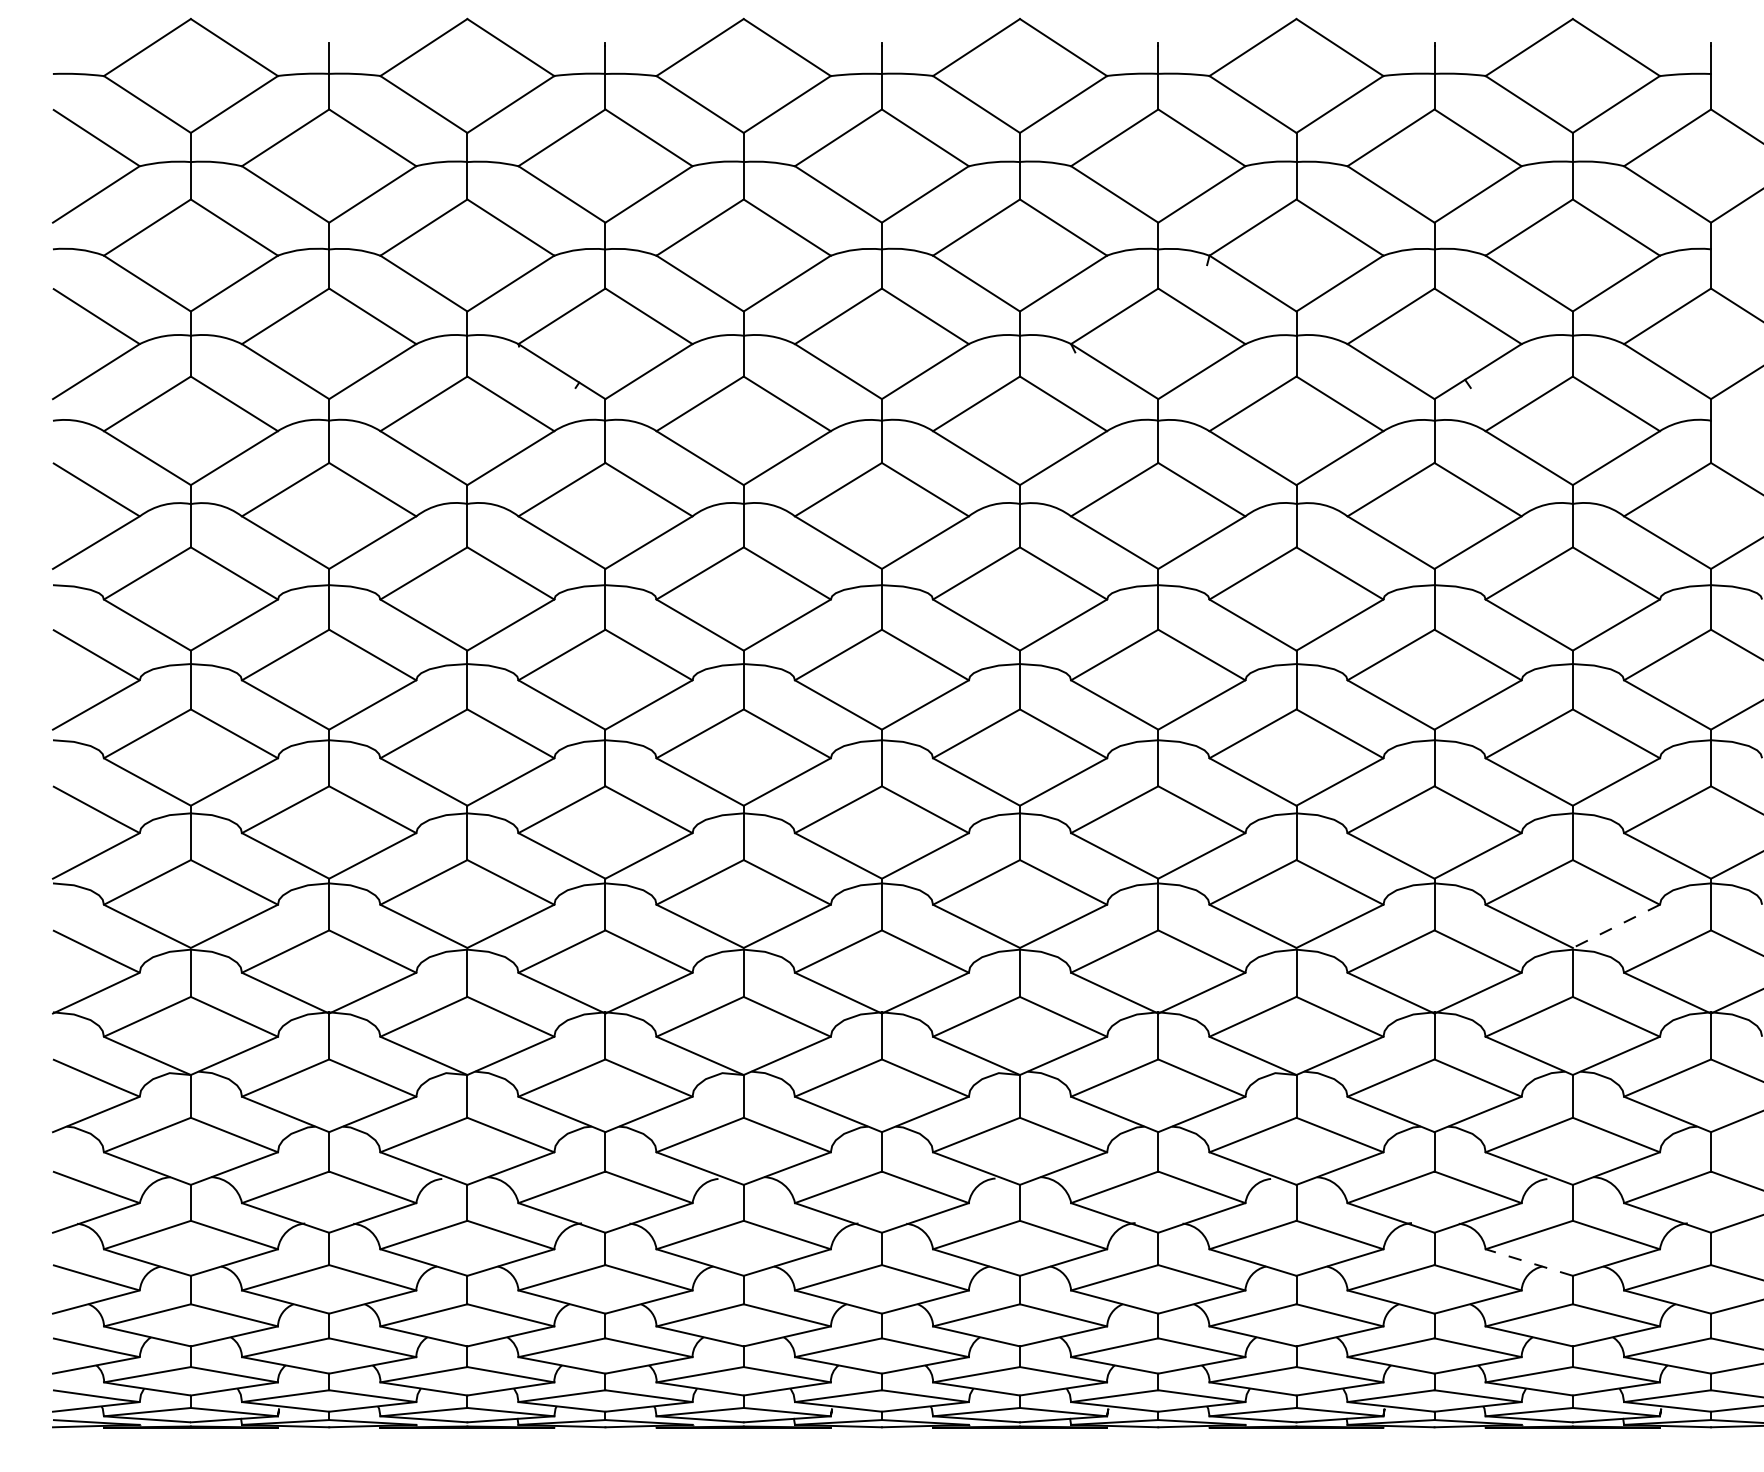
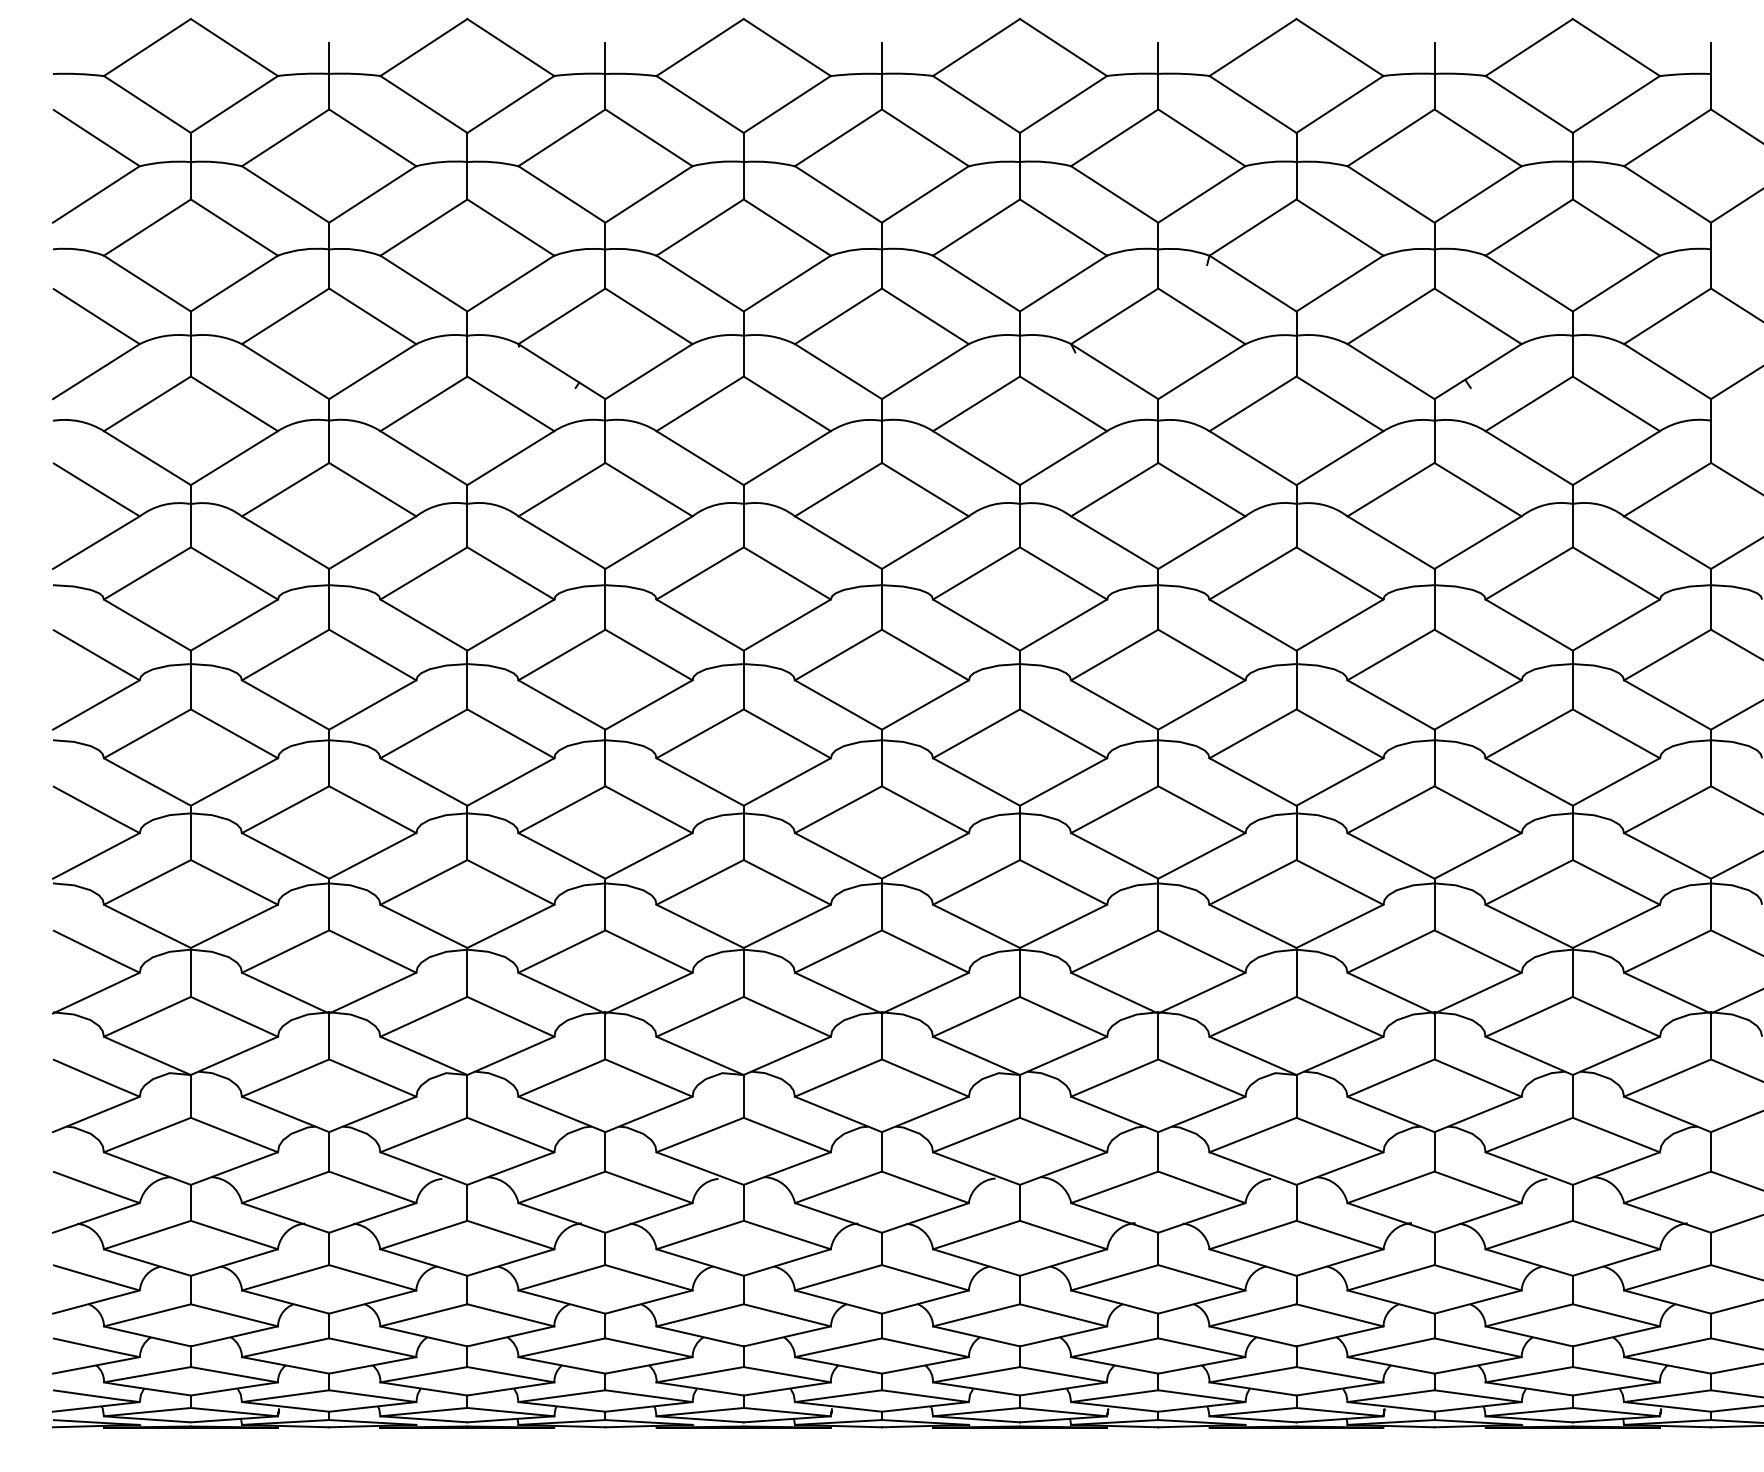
line at (1616, 926): dashed -> solid
line at (1529, 1262): dashed -> solid
